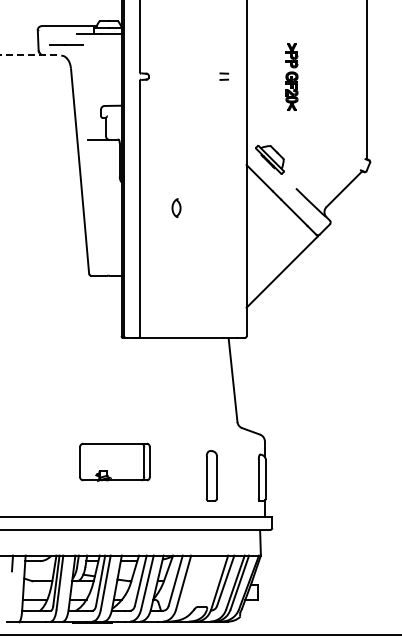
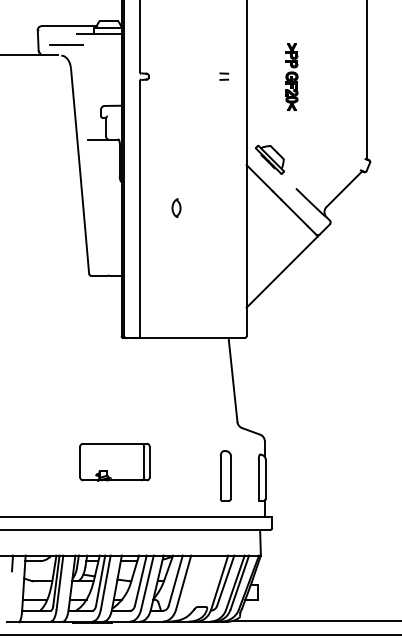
line at (29, 54): dashed -> solid
part at (211, 475) position: (211, 475) -> (225, 475)
line at (315, 620): none -> present
